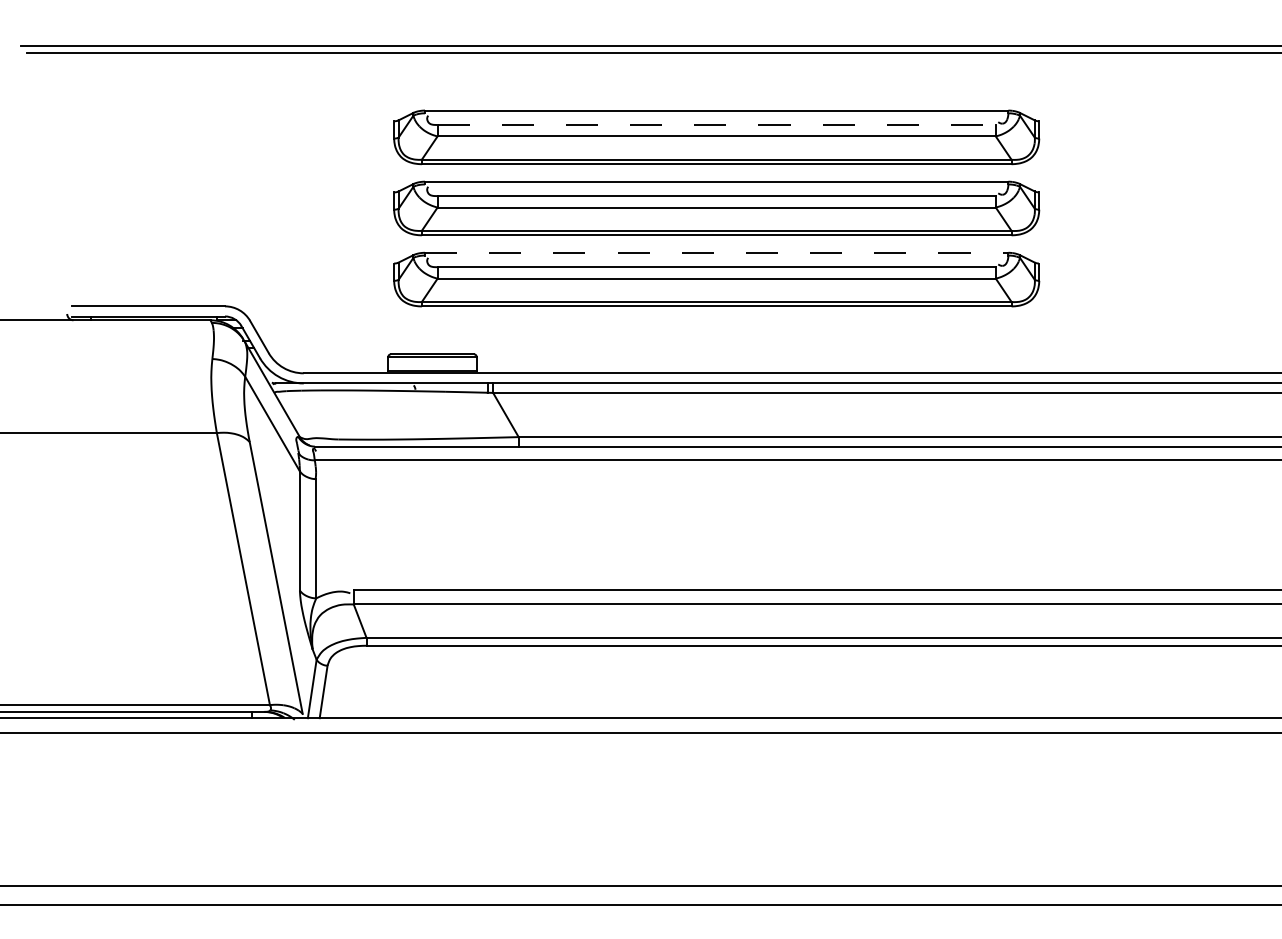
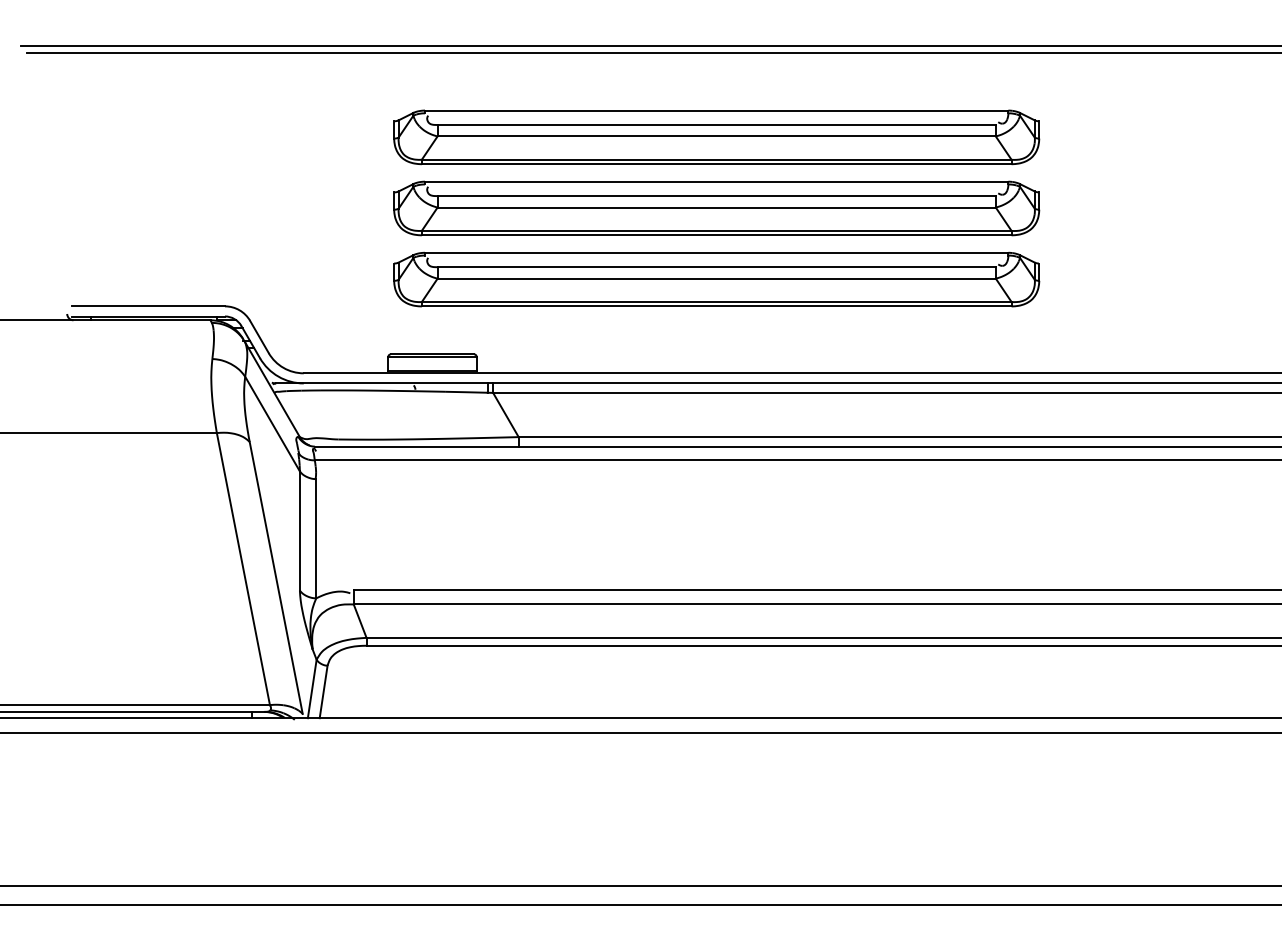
line at (717, 124): dashed -> solid
line at (716, 252): dashed -> solid
